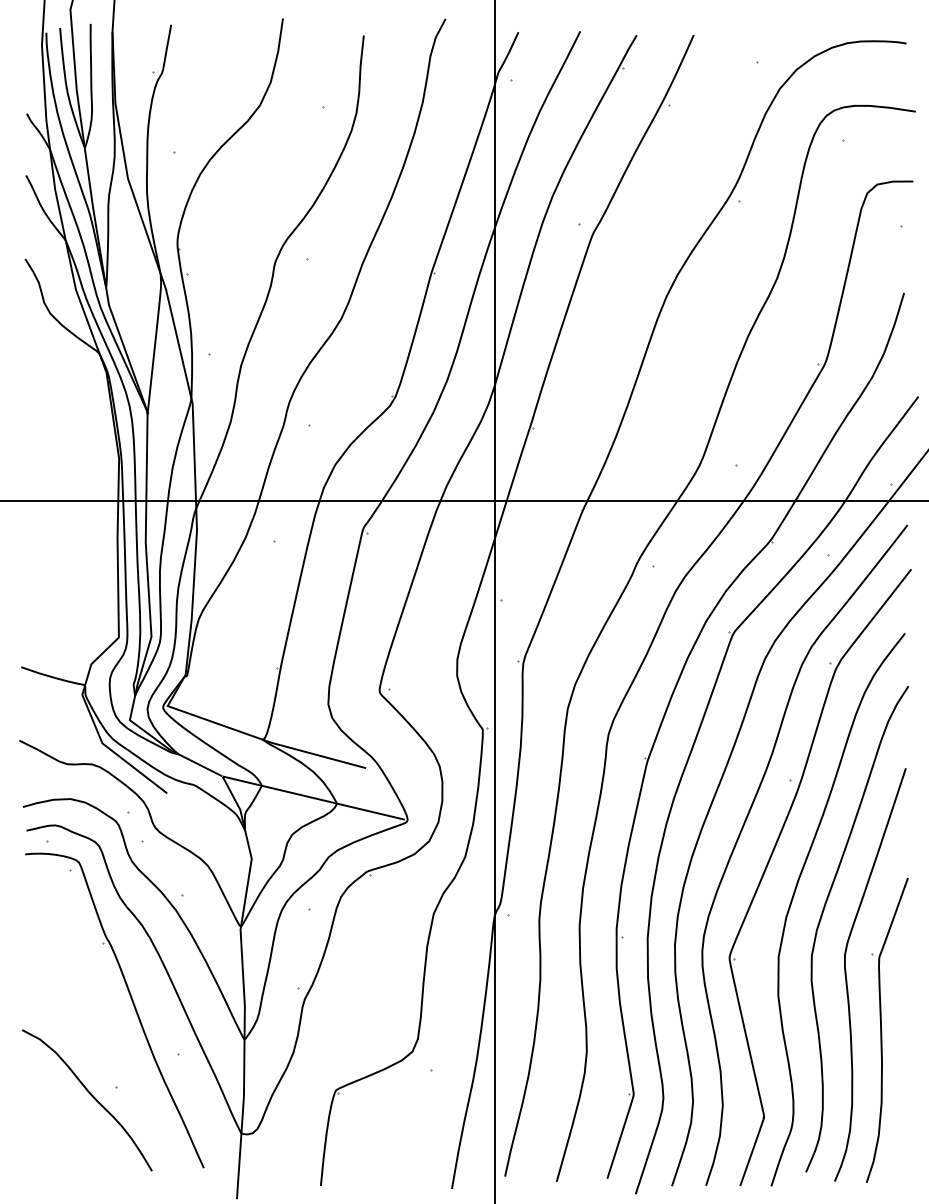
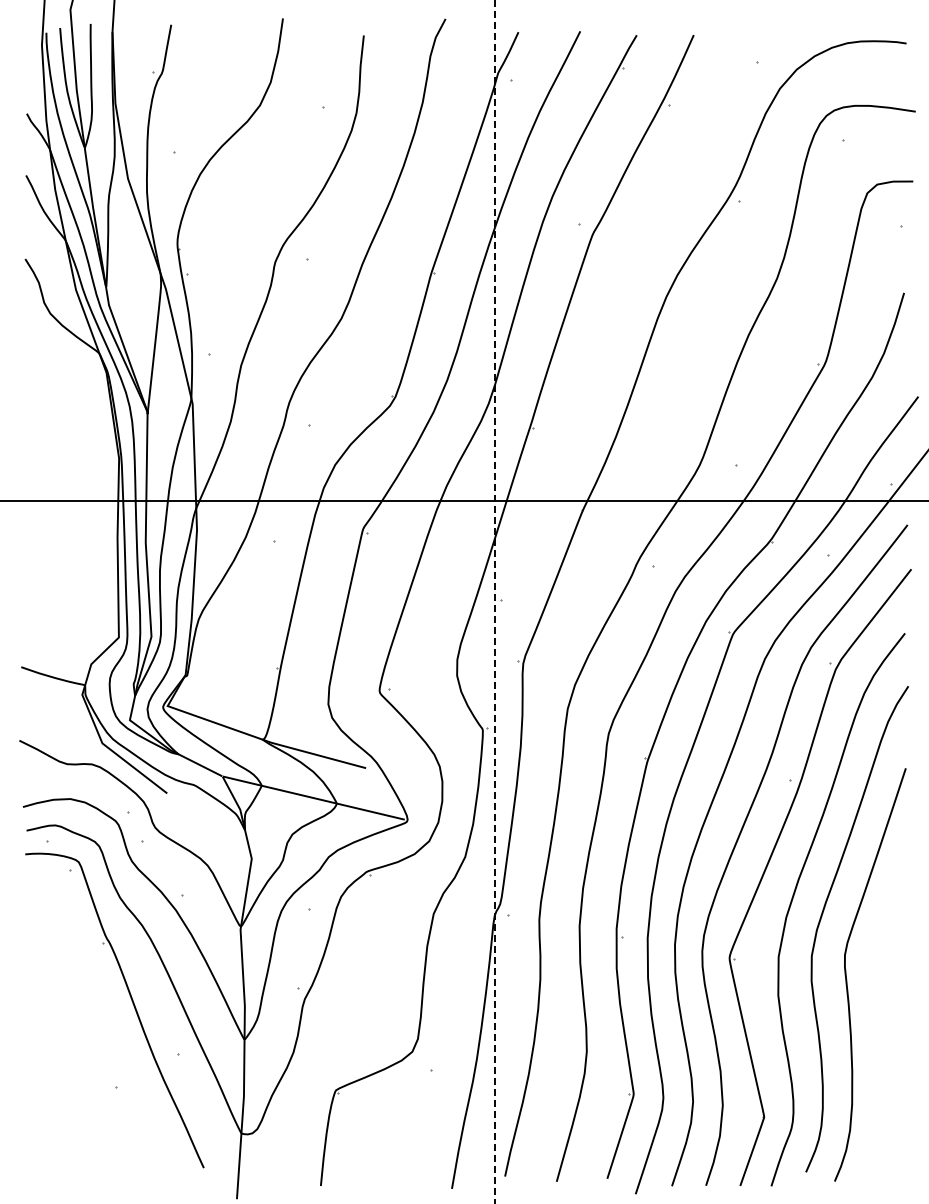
line at (494, 602): solid -> dashed
part at (887, 1029): present -> none
curve at (91, 1096): present -> none
